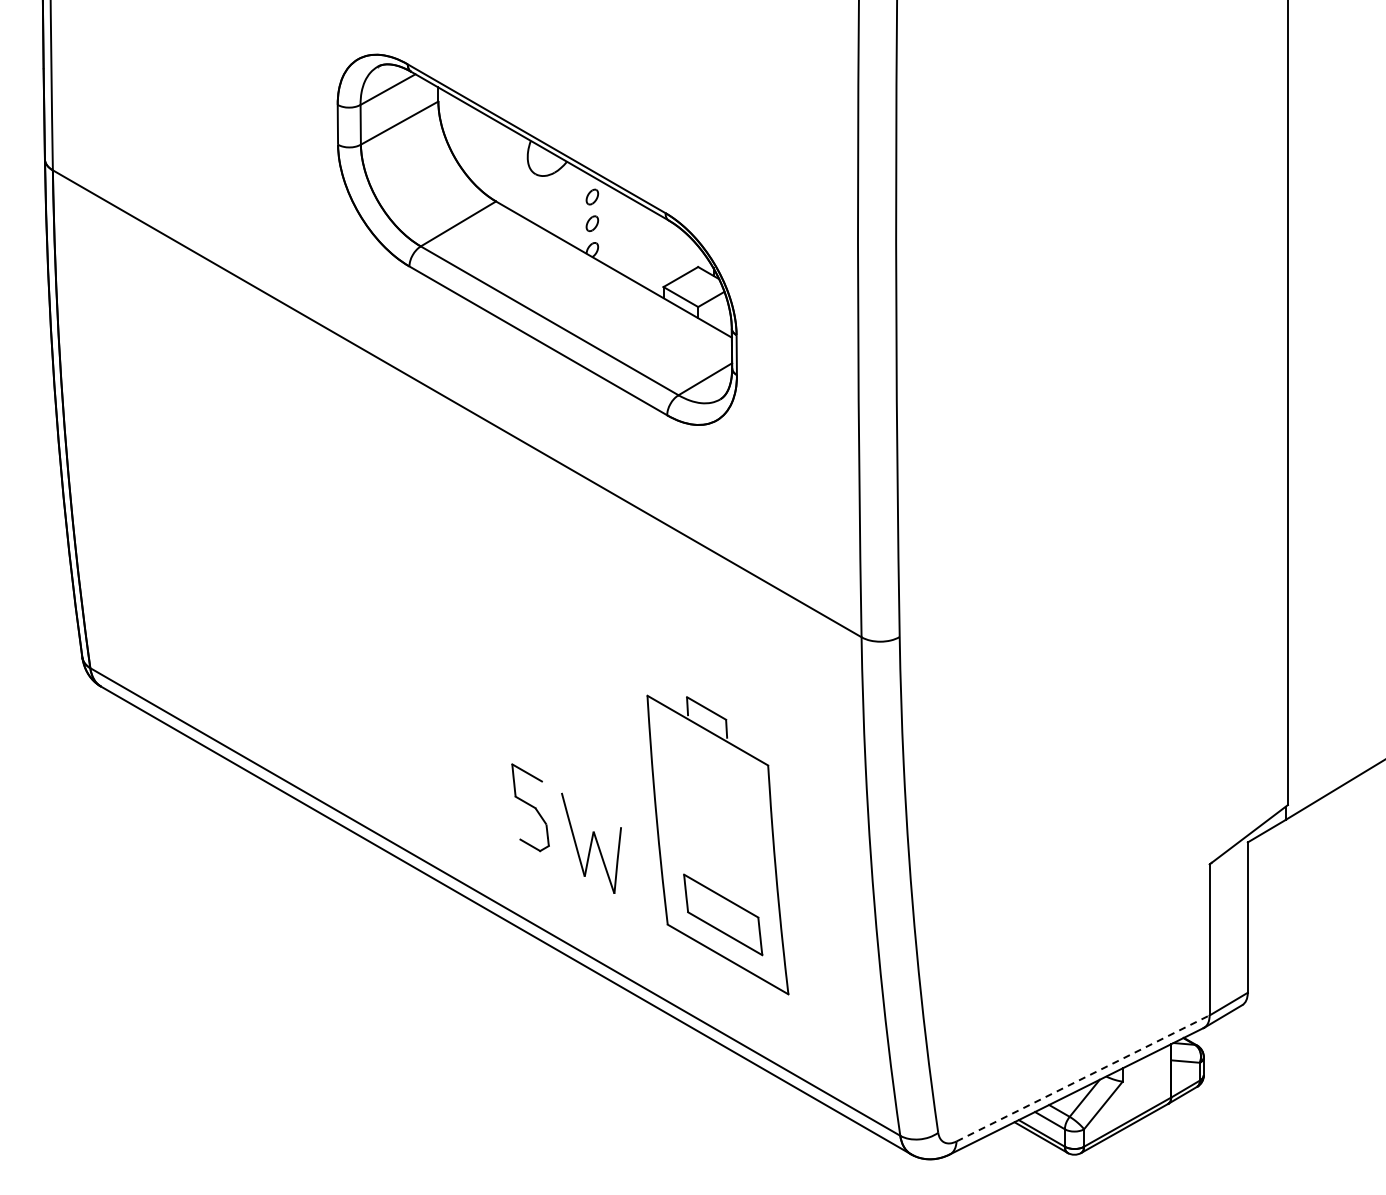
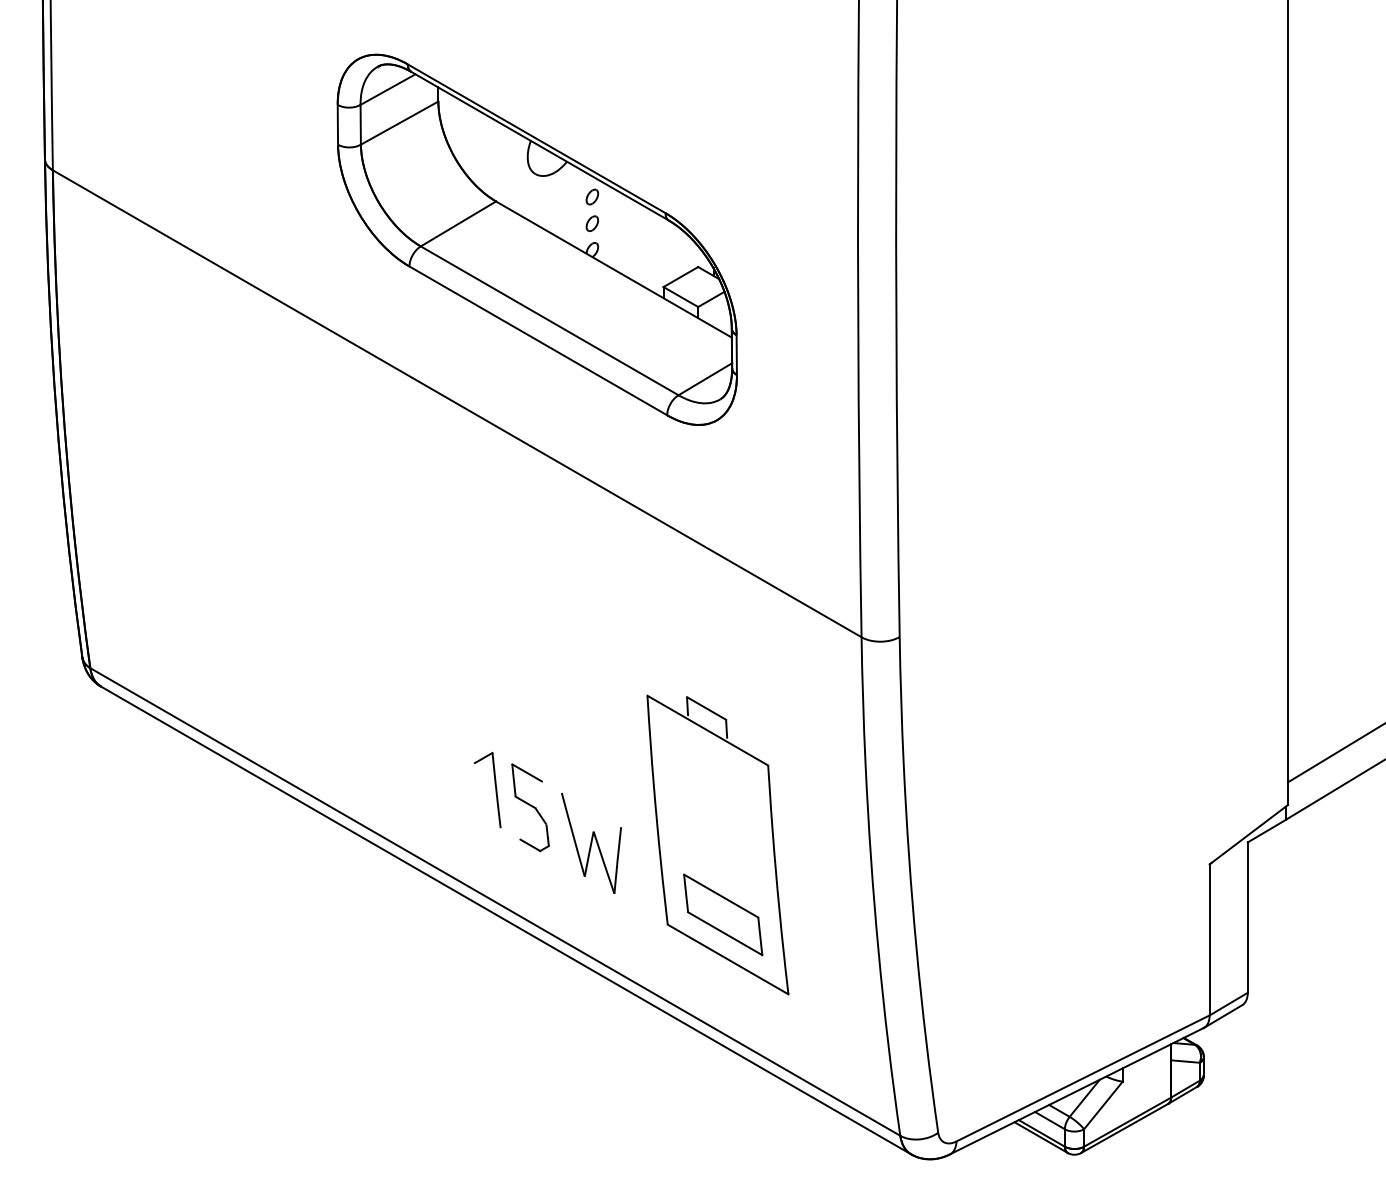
line at (1334, 753): none -> present
part at (495, 789): none -> present
line at (1083, 1078): dashed -> solid
